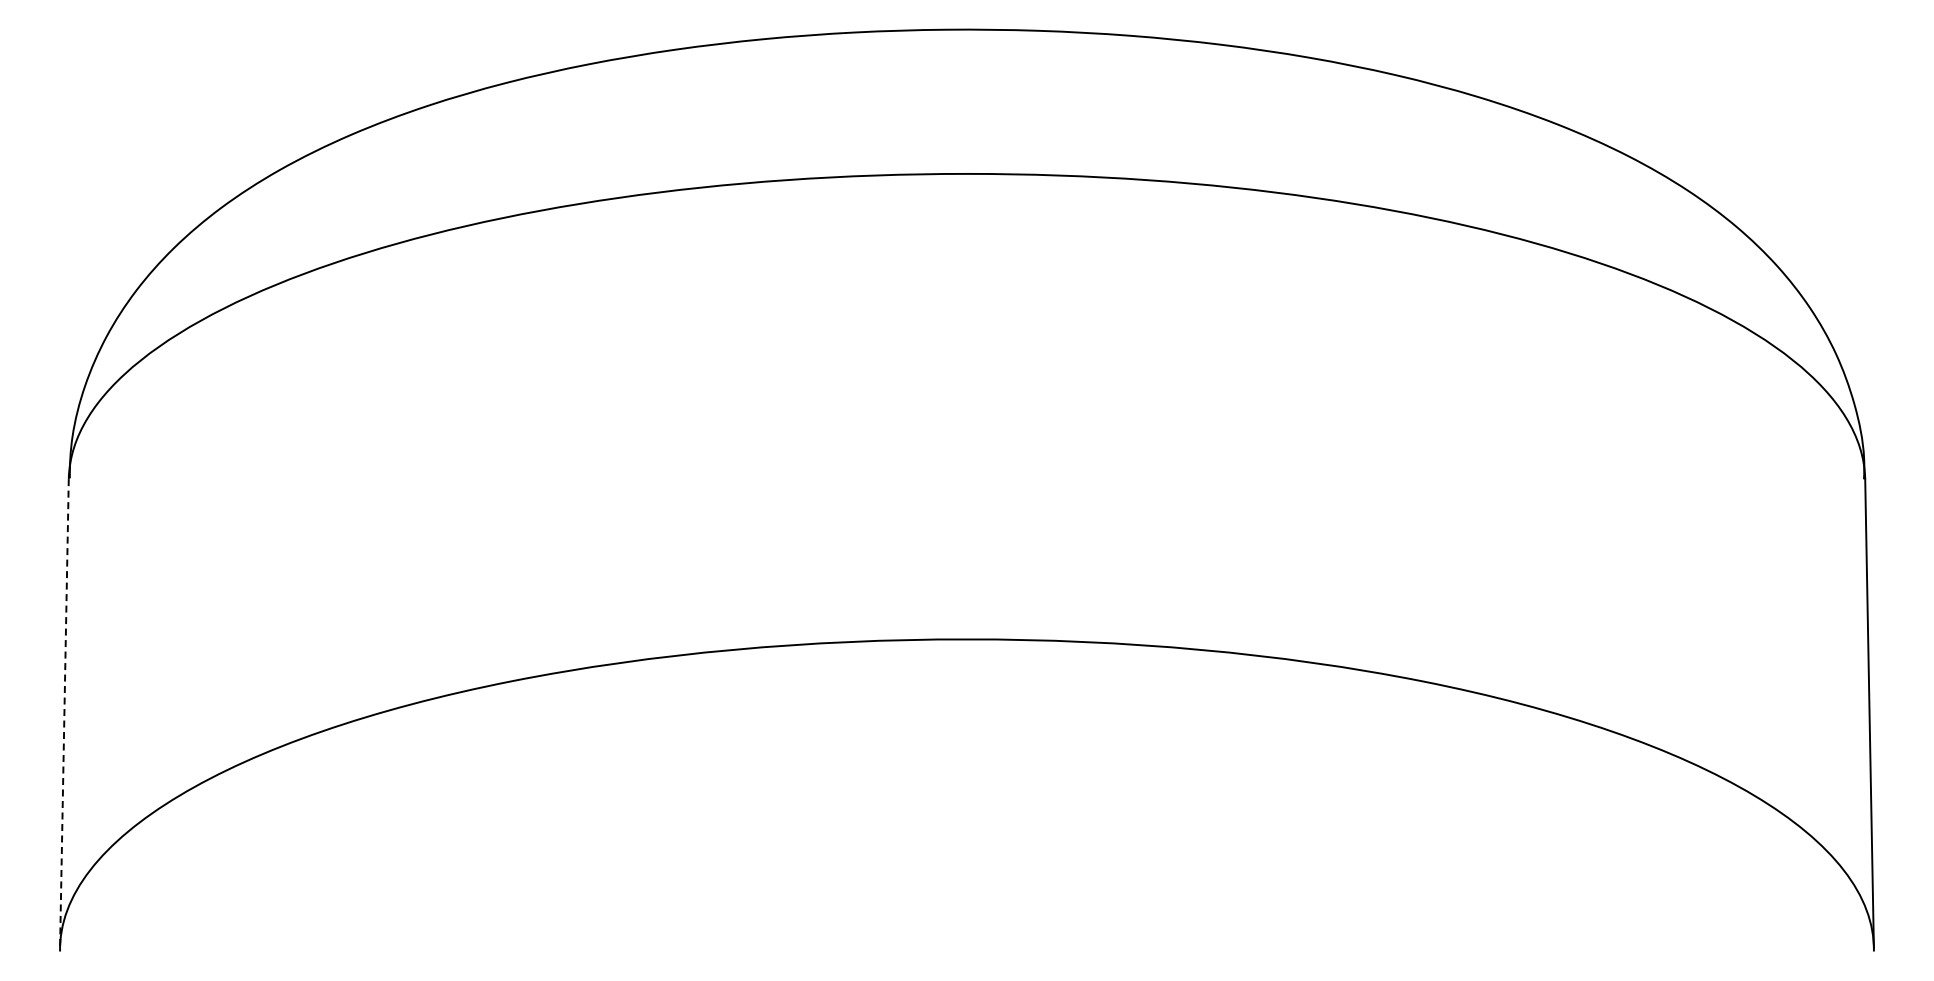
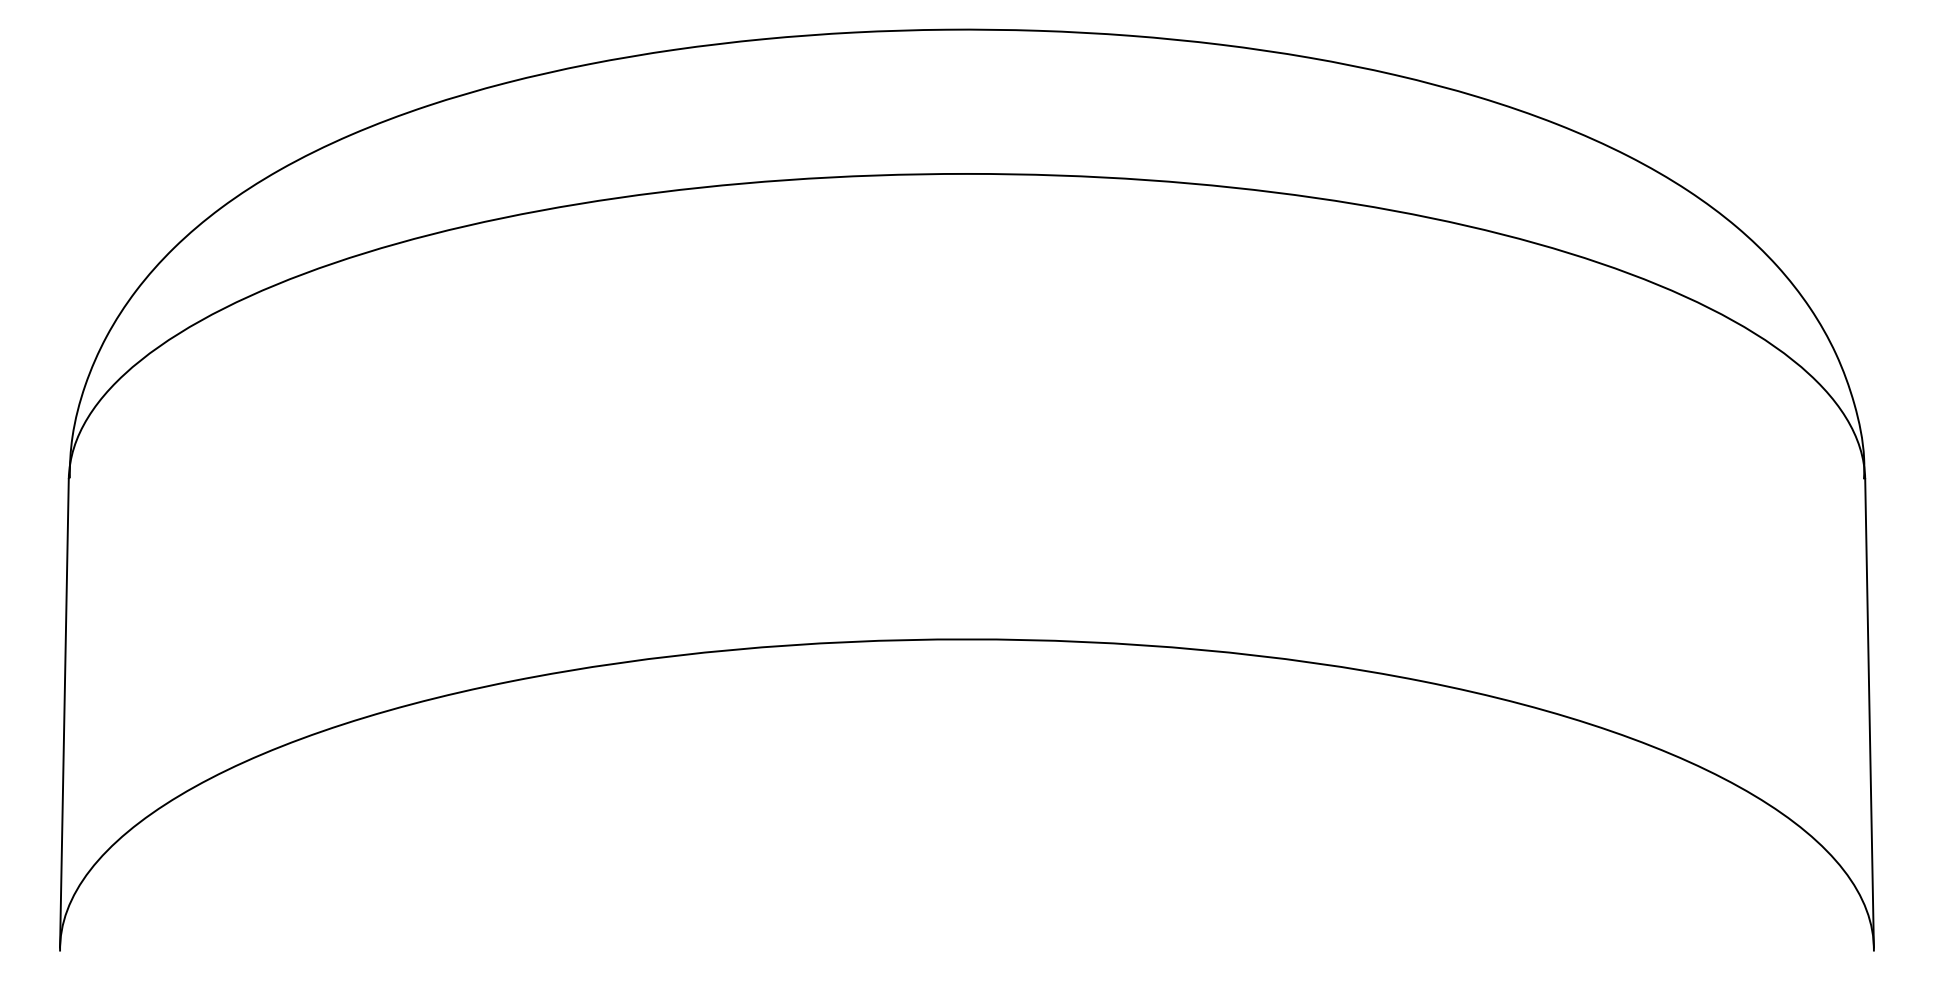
line at (64, 713): dashed -> solid
